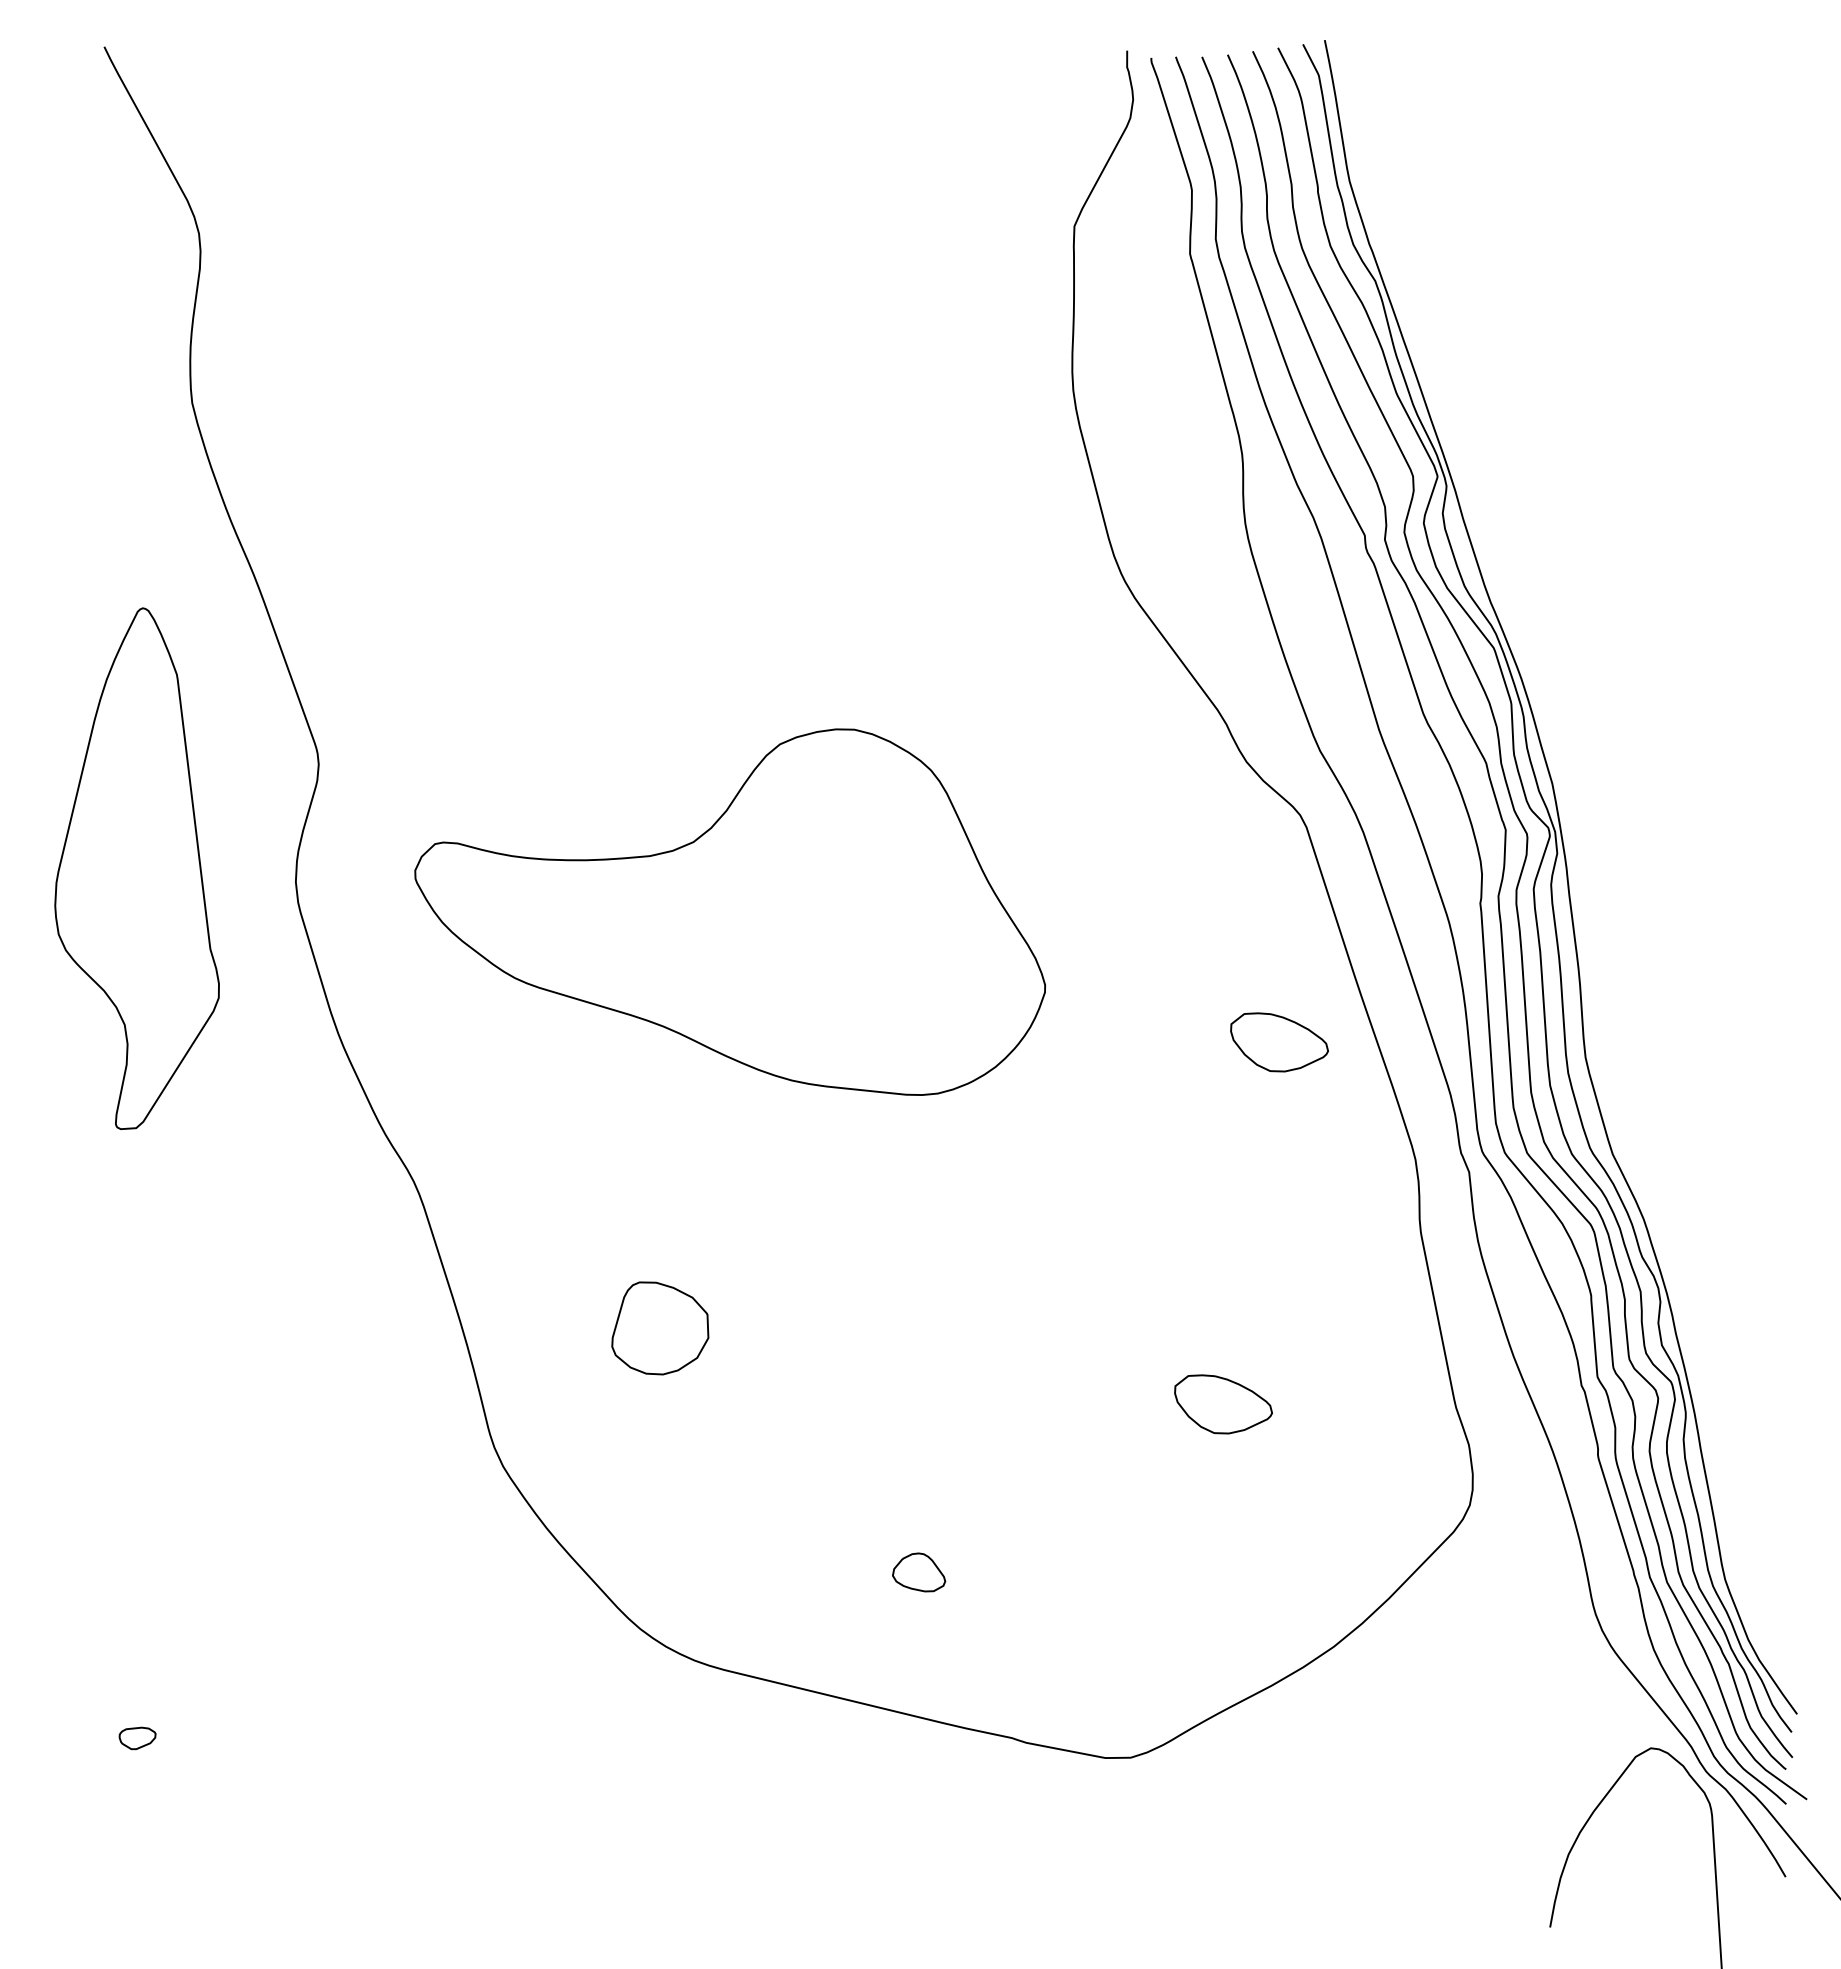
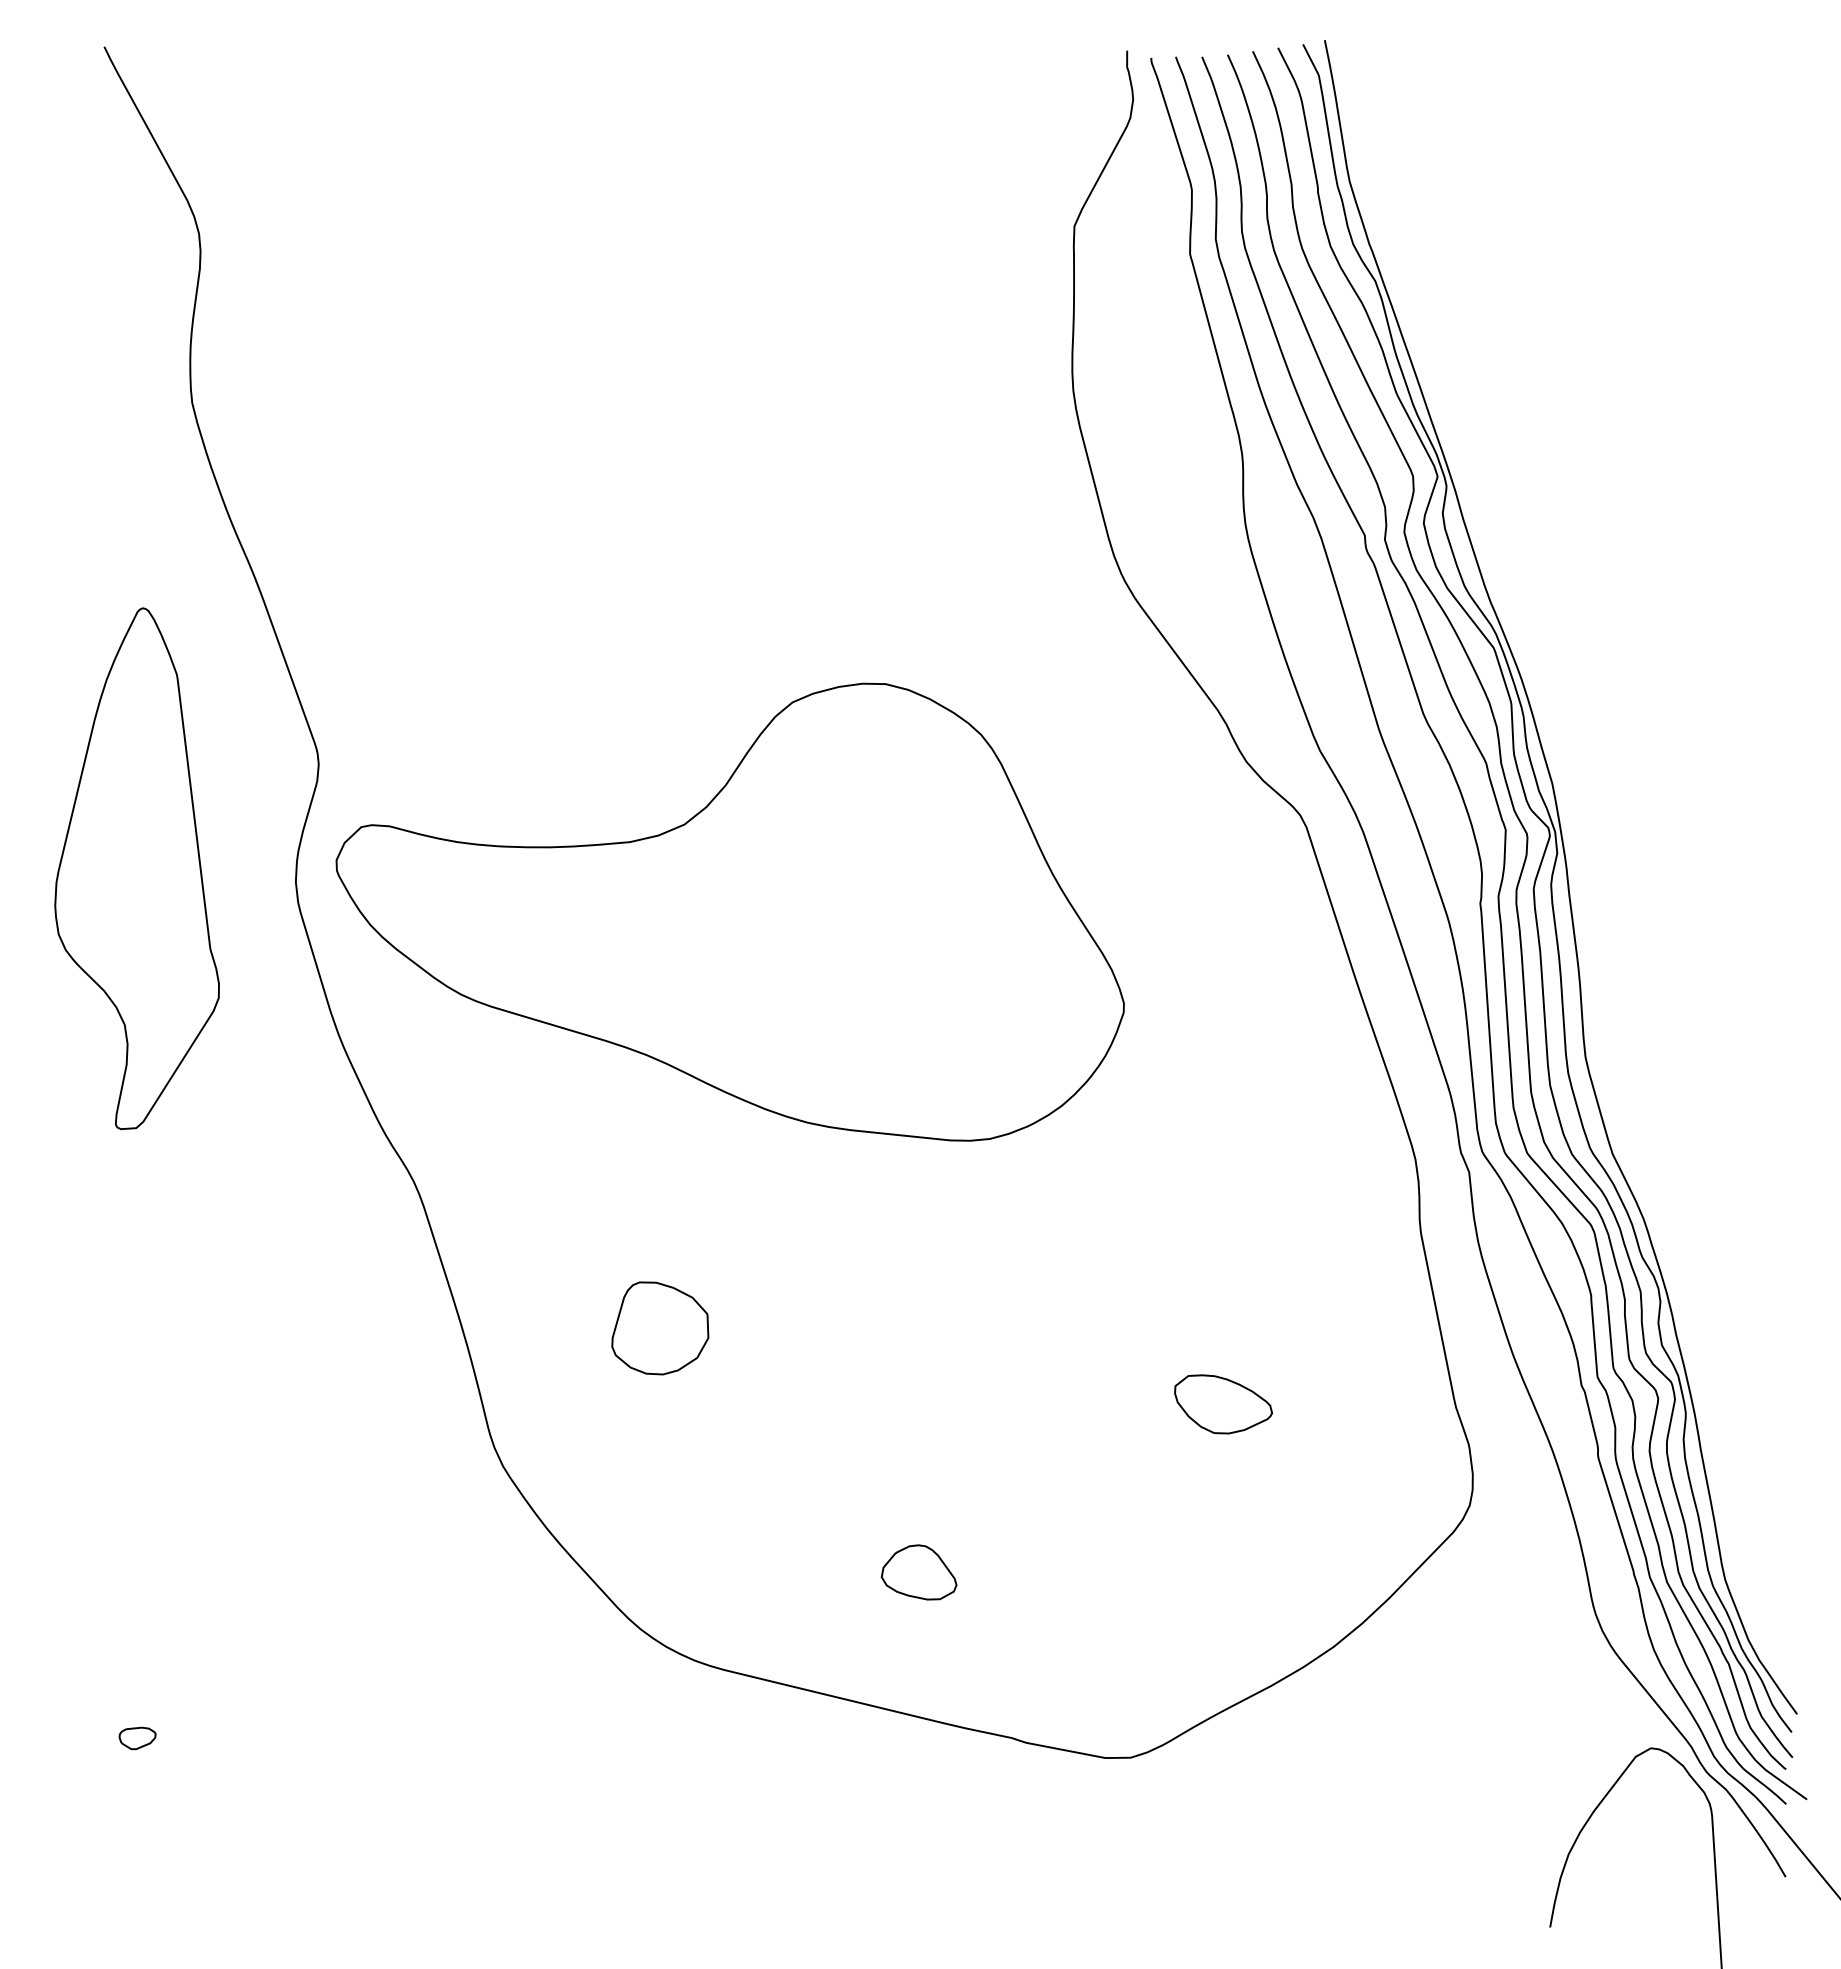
part at (729, 911) size: 632x368 px -> 790x460 px
part at (1279, 1042): present -> none
part at (919, 1572) size: 55x41 px -> 78x57 px
